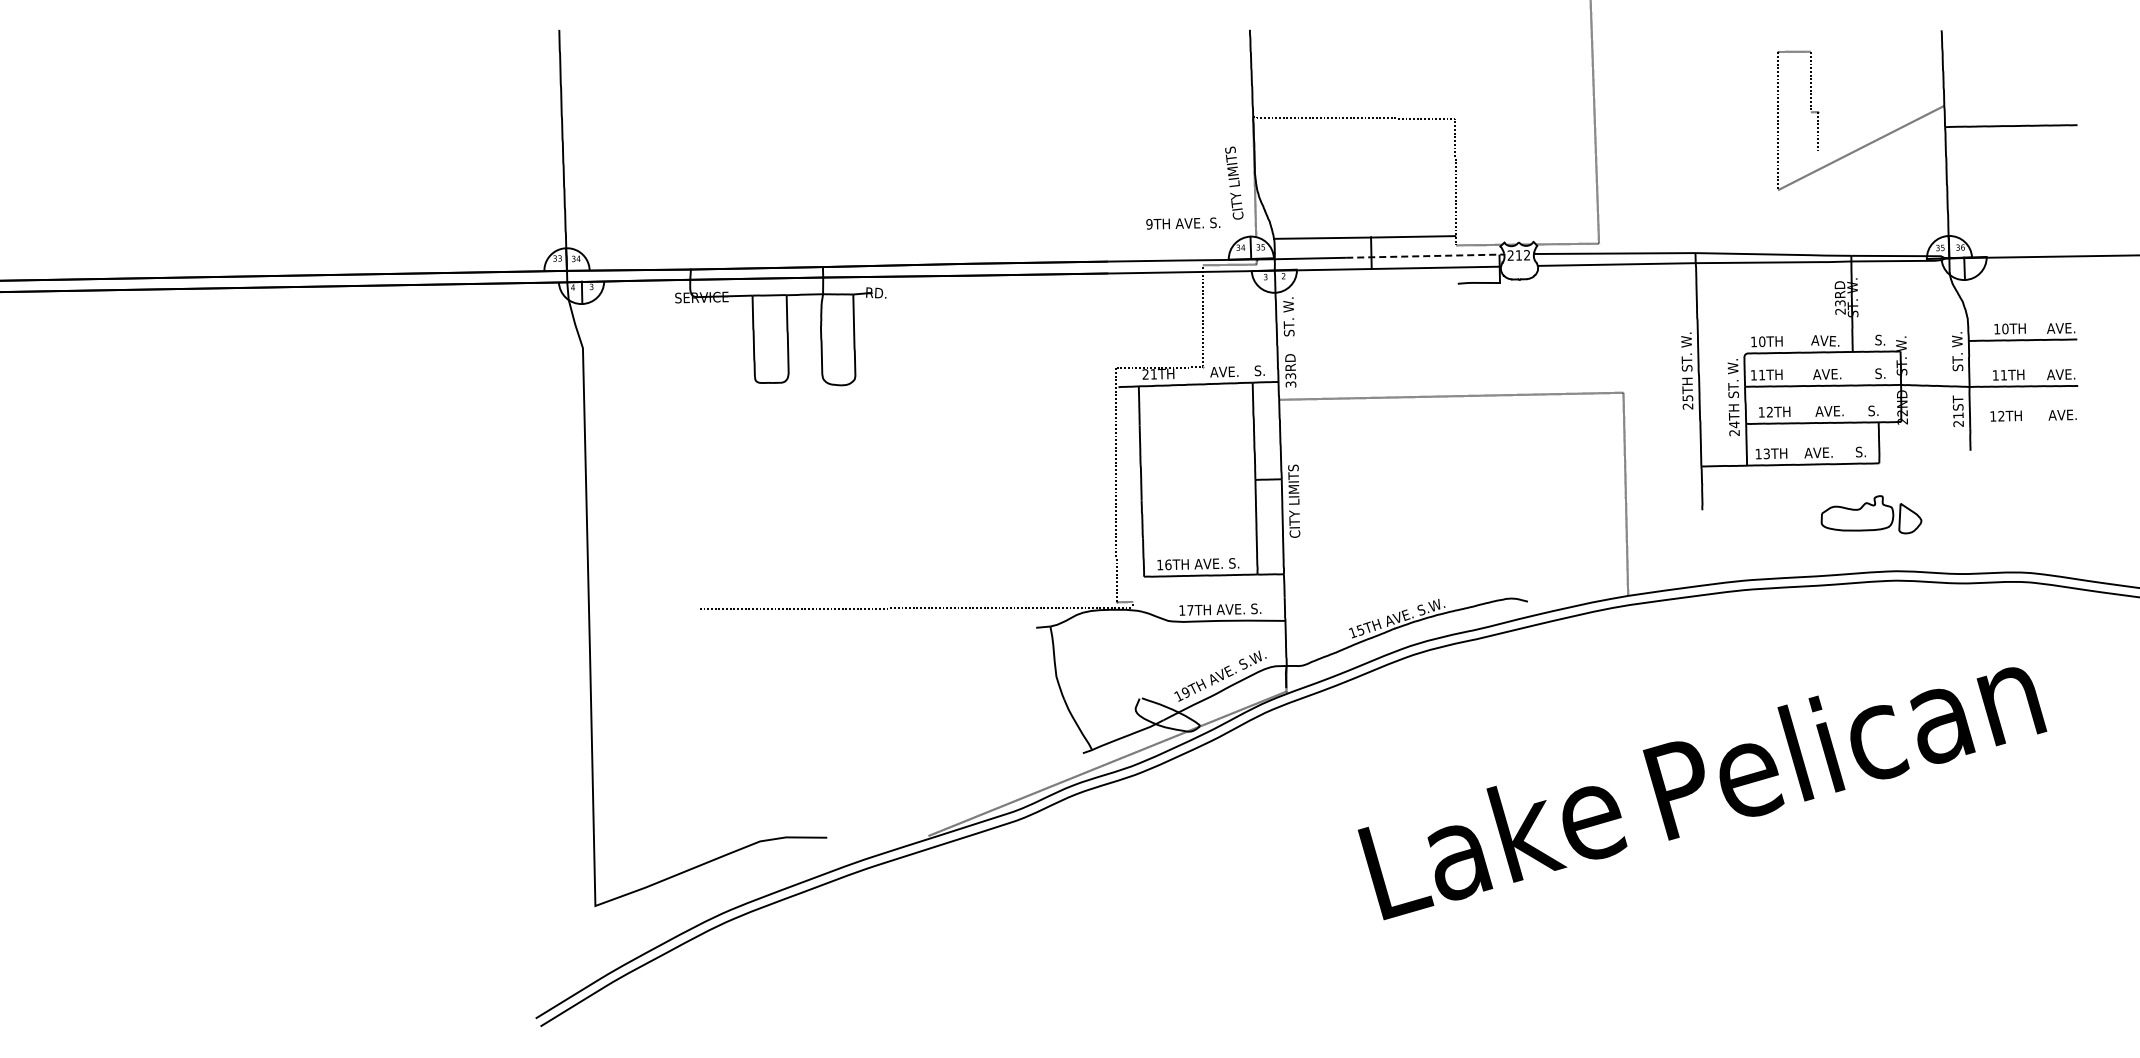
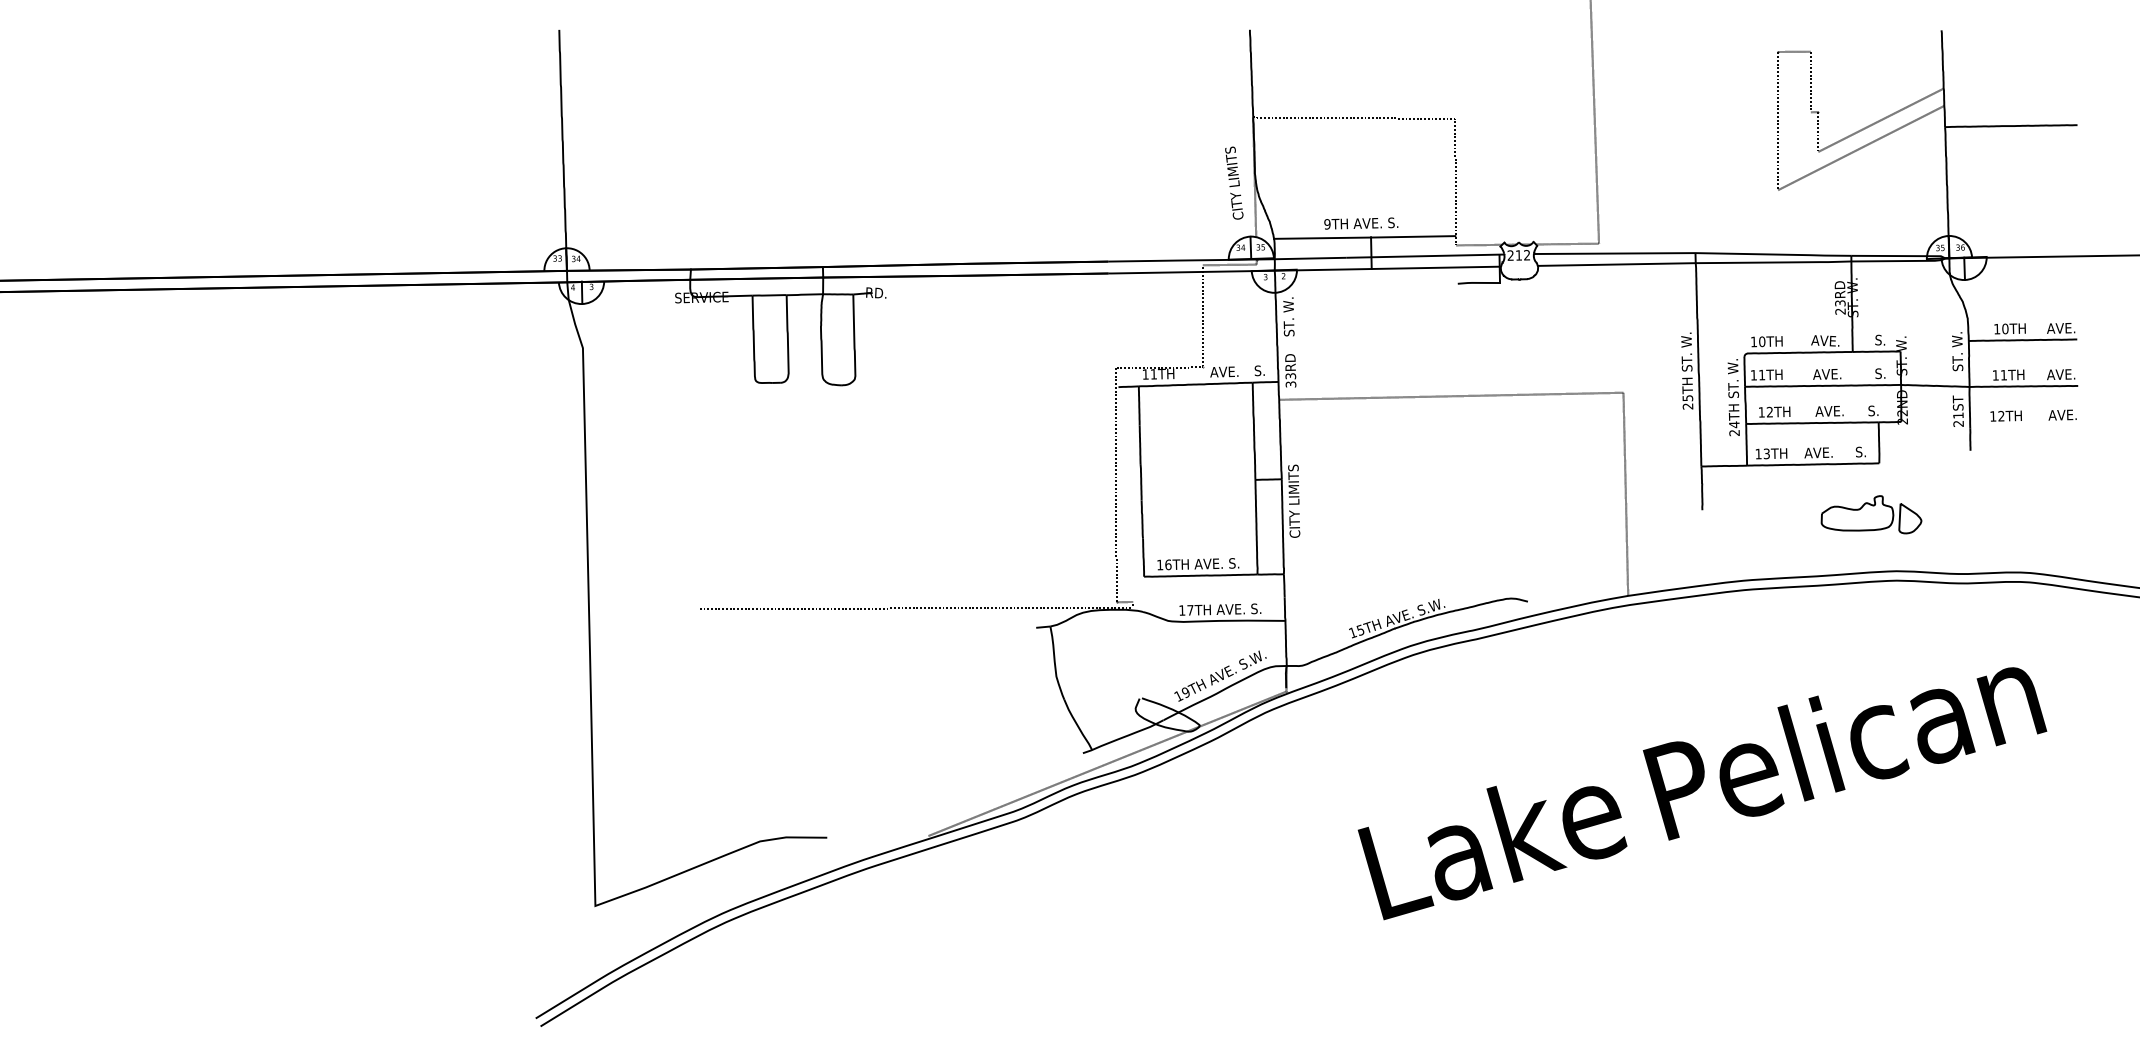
line at (1880, 119): none -> present
text at (1183, 223) position: (1183, 223) -> (1361, 223)
line at (1425, 256): dashed -> solid
text at (1145, 374): 21TH -> 11TH
